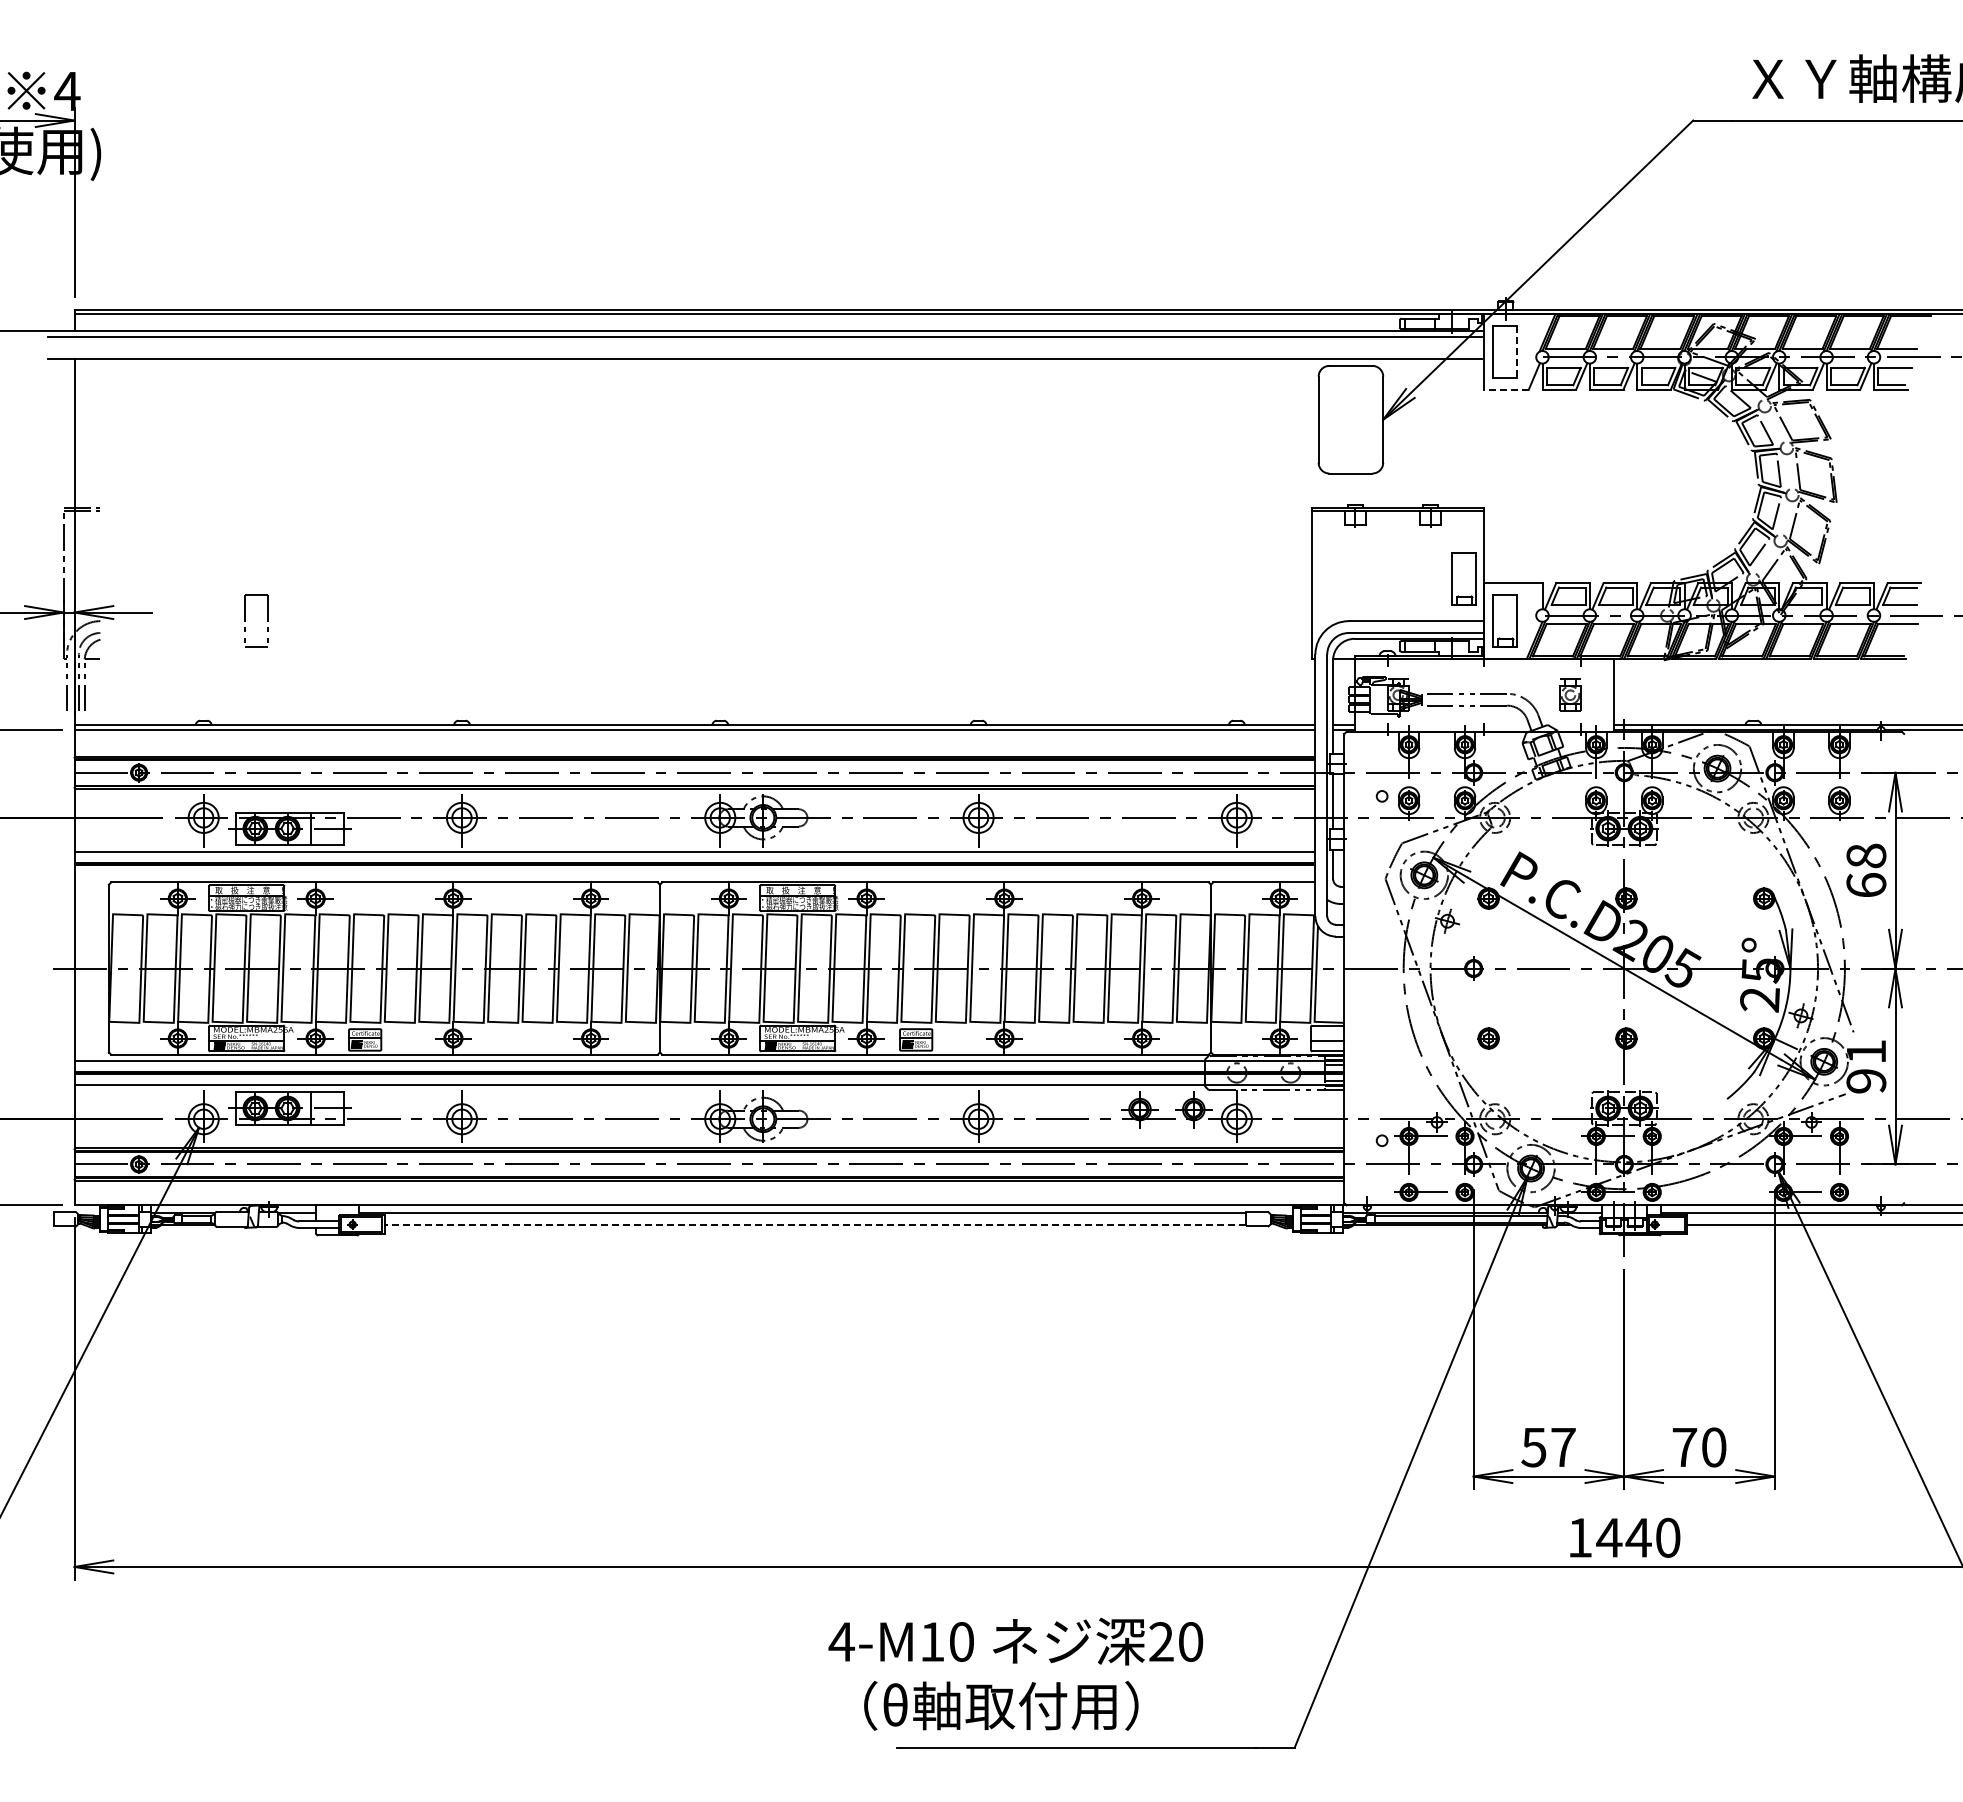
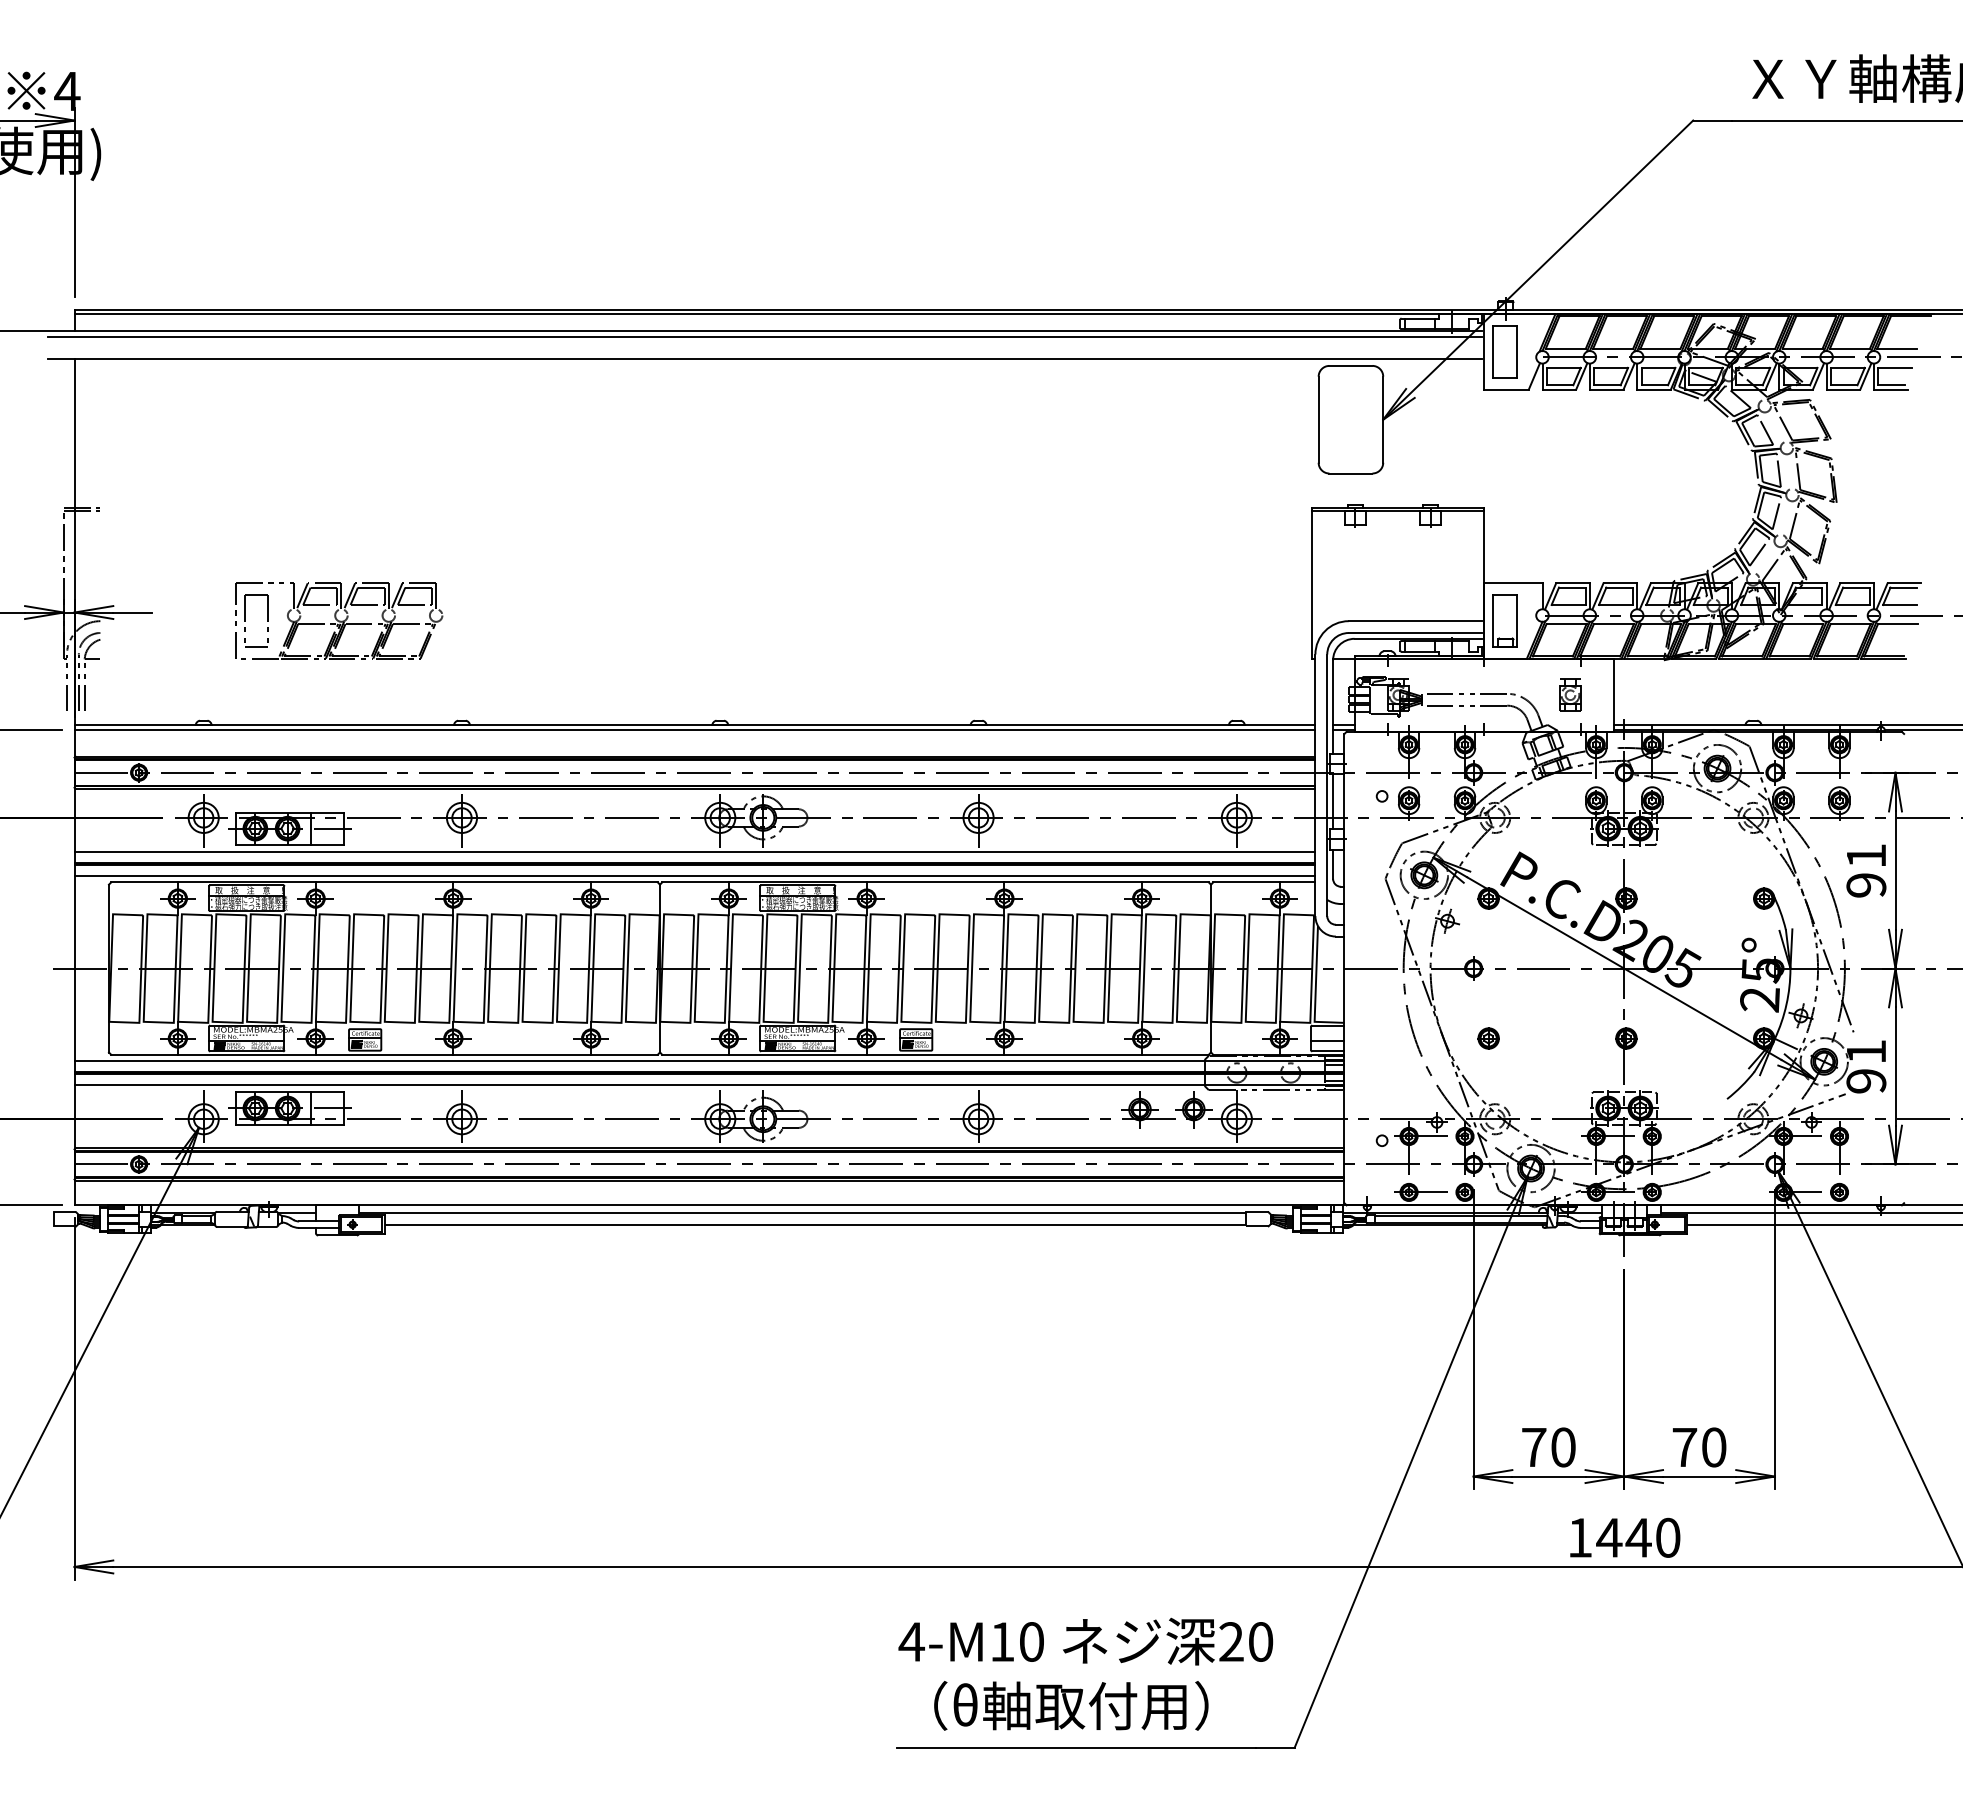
line at (1516, 352): dashed -> solid
line at (1506, 389): dashed -> solid
part at (1463, 578): present -> none
part at (339, 620): none -> present
text at (1866, 870): 68 -> 91
line at (694, 876): none -> present
line at (815, 1225): dashed -> solid
text at (1548, 1447): 57 -> 70
text at (1015, 1673) position: (1015, 1673) -> (1085, 1673)
